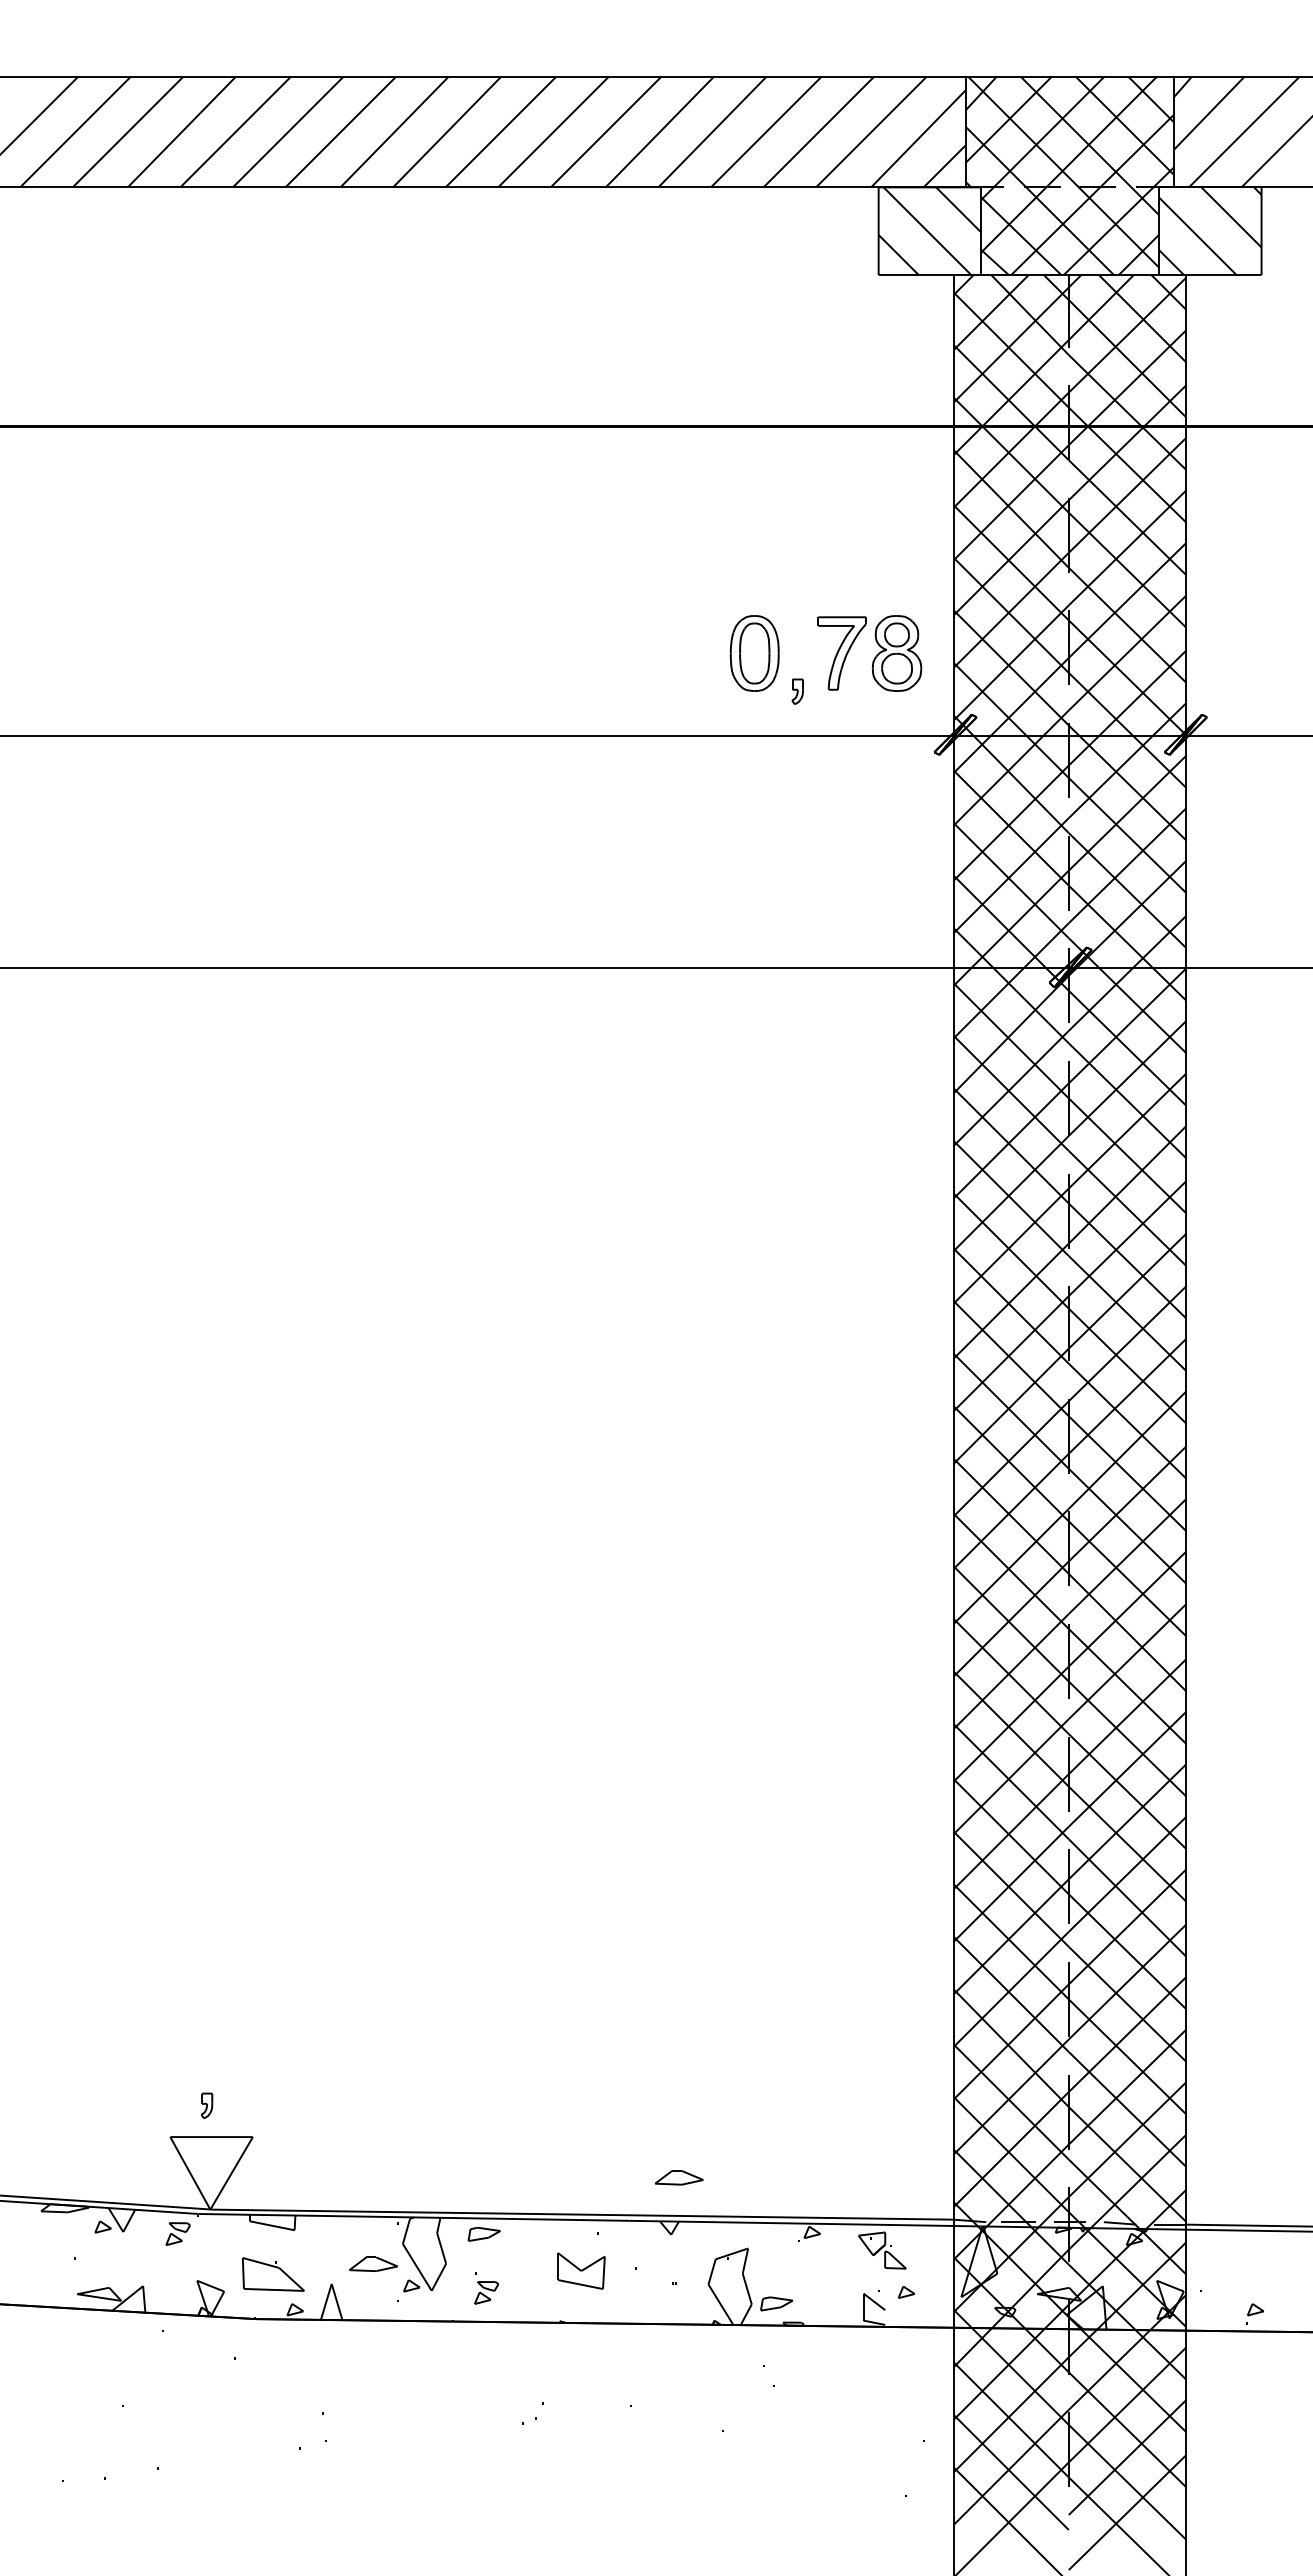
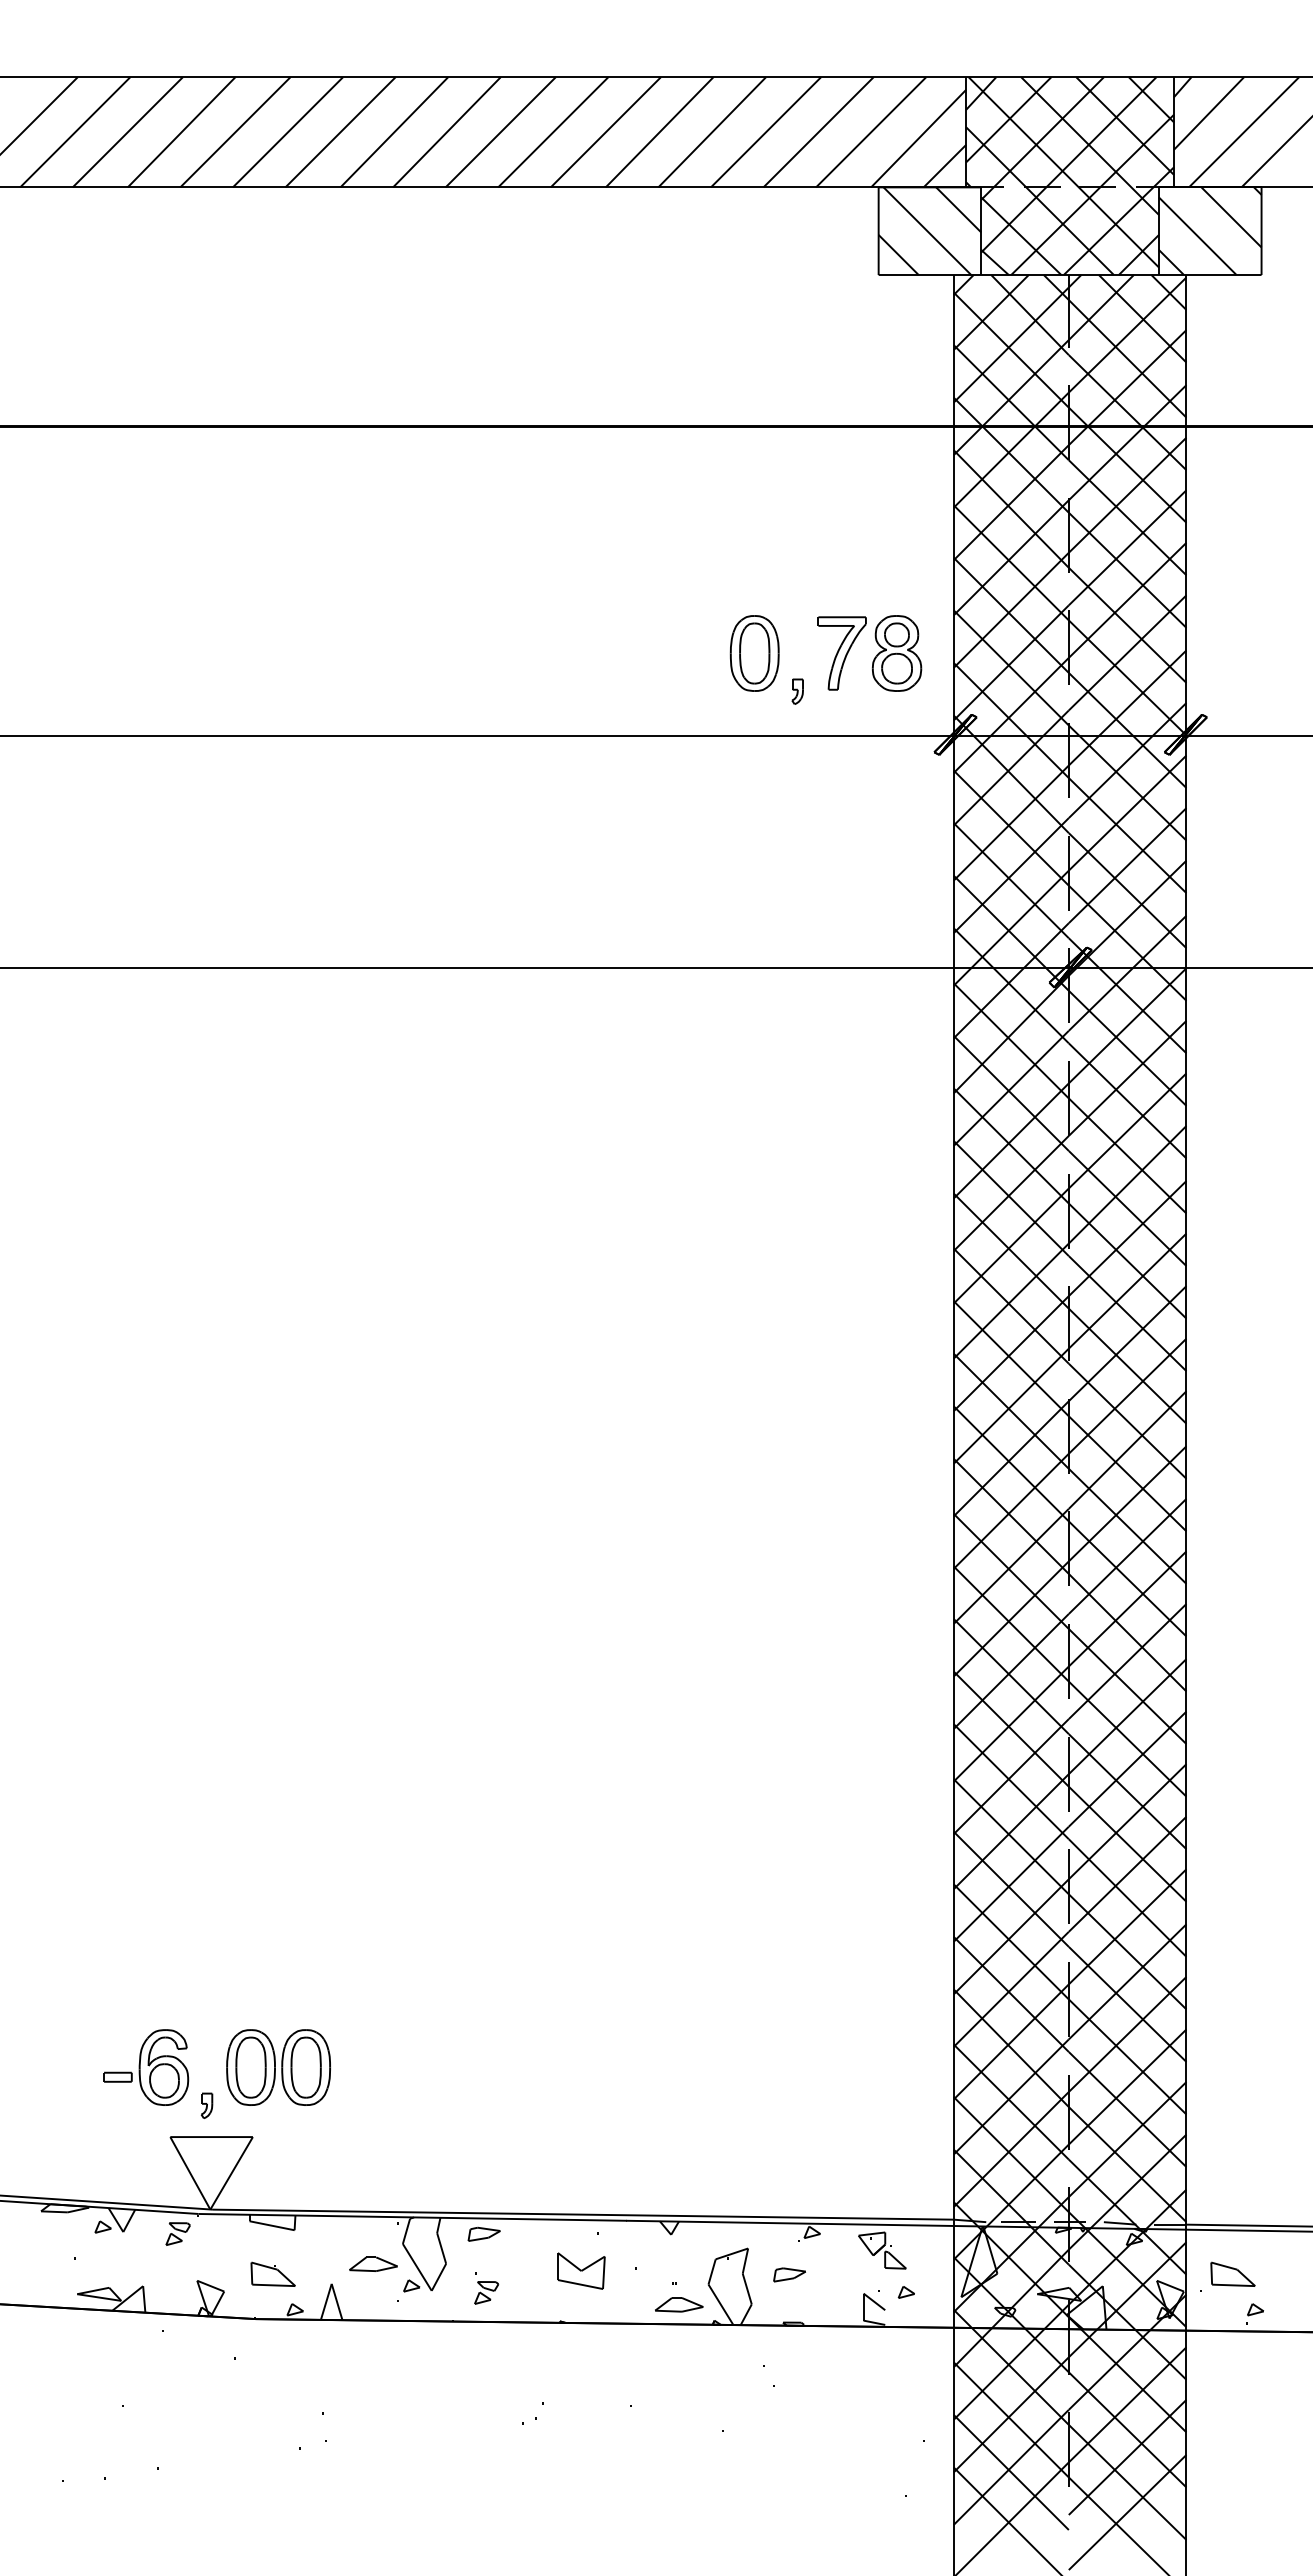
part at (146, 2067): none -> present
part at (278, 2067): none -> present
part at (679, 2177) position: (679, 2177) -> (679, 2304)
part at (1232, 2273): none -> present
part at (273, 2274) size: 63x35 px -> 46x26 px
part at (776, 2303) position: (776, 2303) -> (789, 2274)
